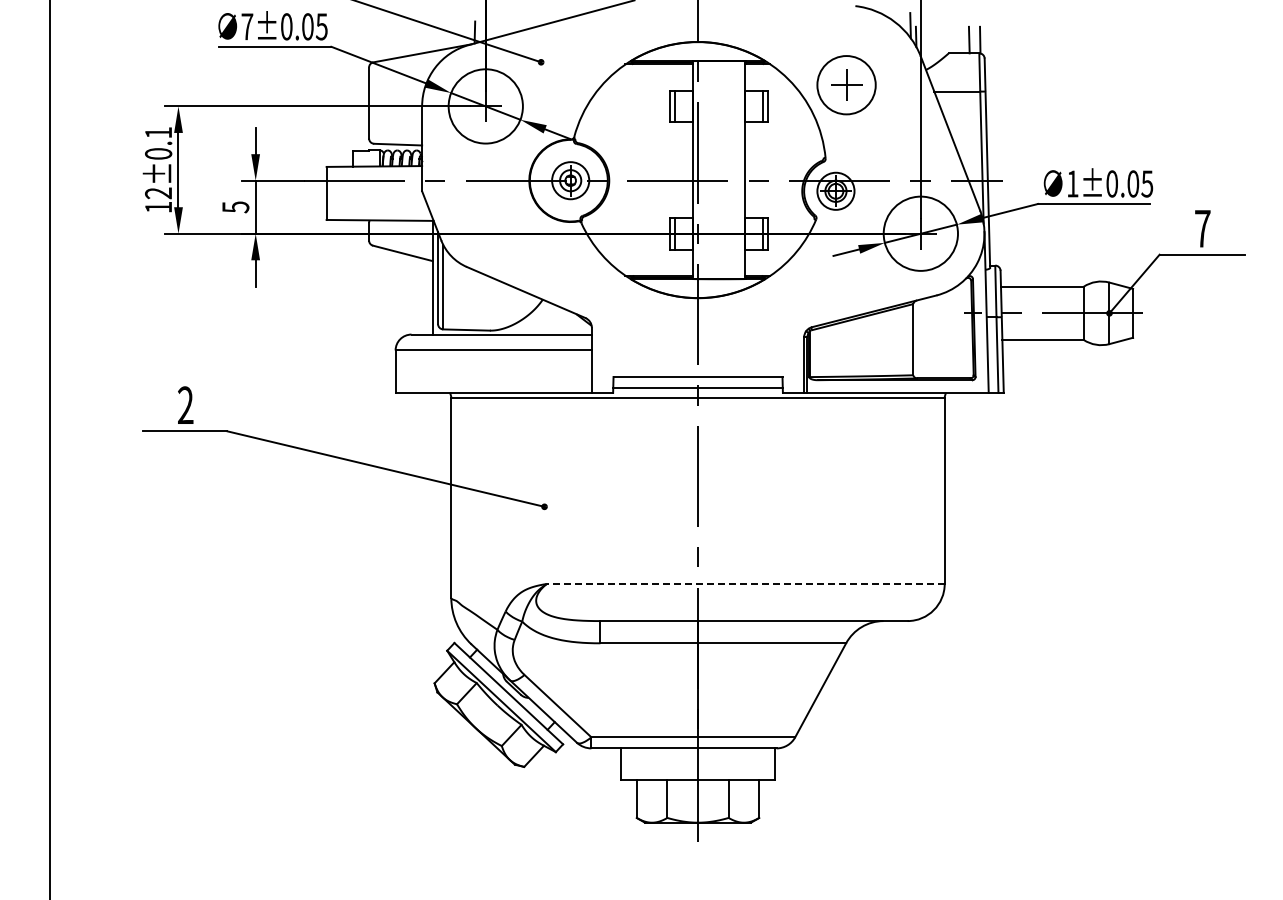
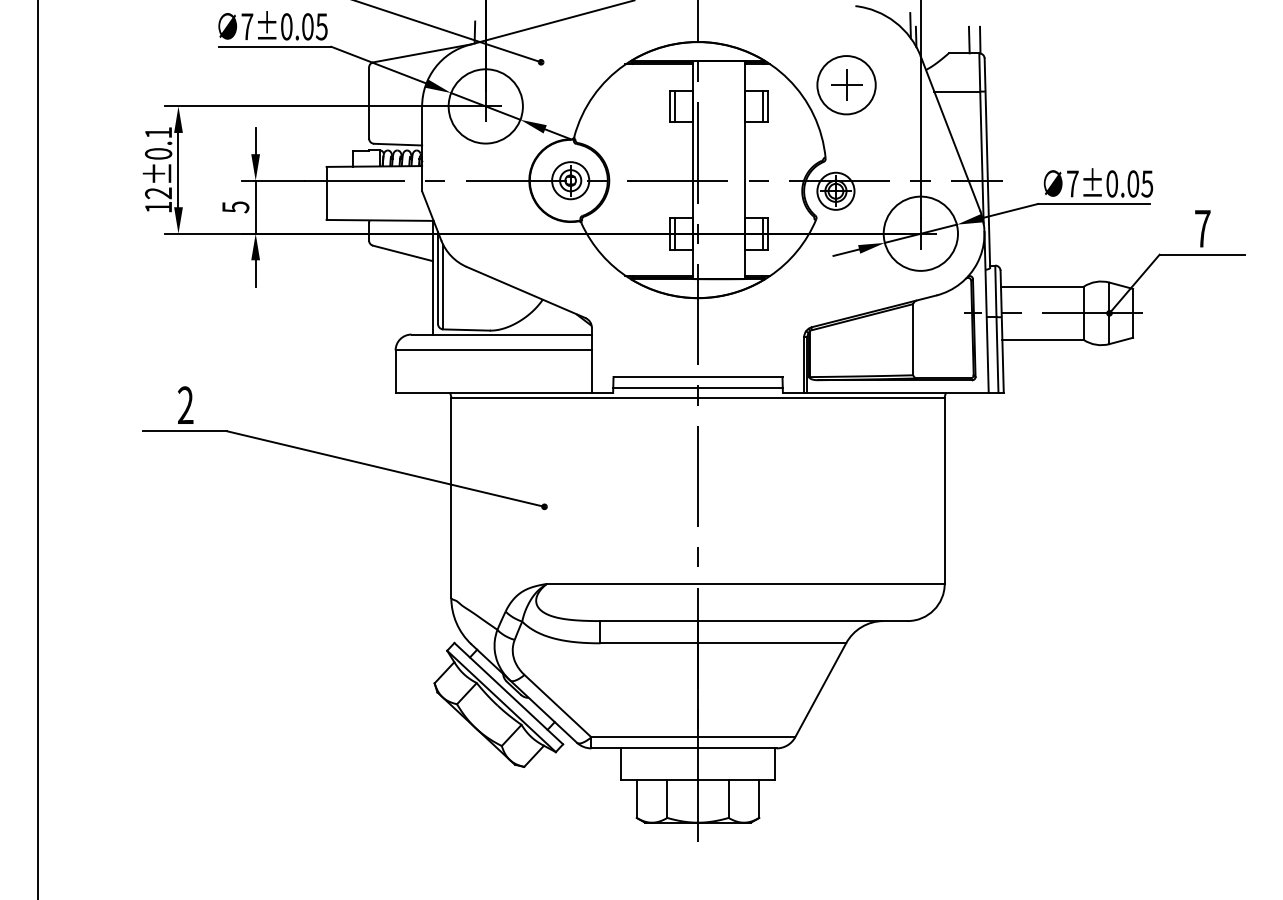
text at (1072, 183): 1±0.05 -> 7±0.05
line at (50, 449) position: (50, 449) -> (38, 449)
line at (745, 583): dashed -> solid
